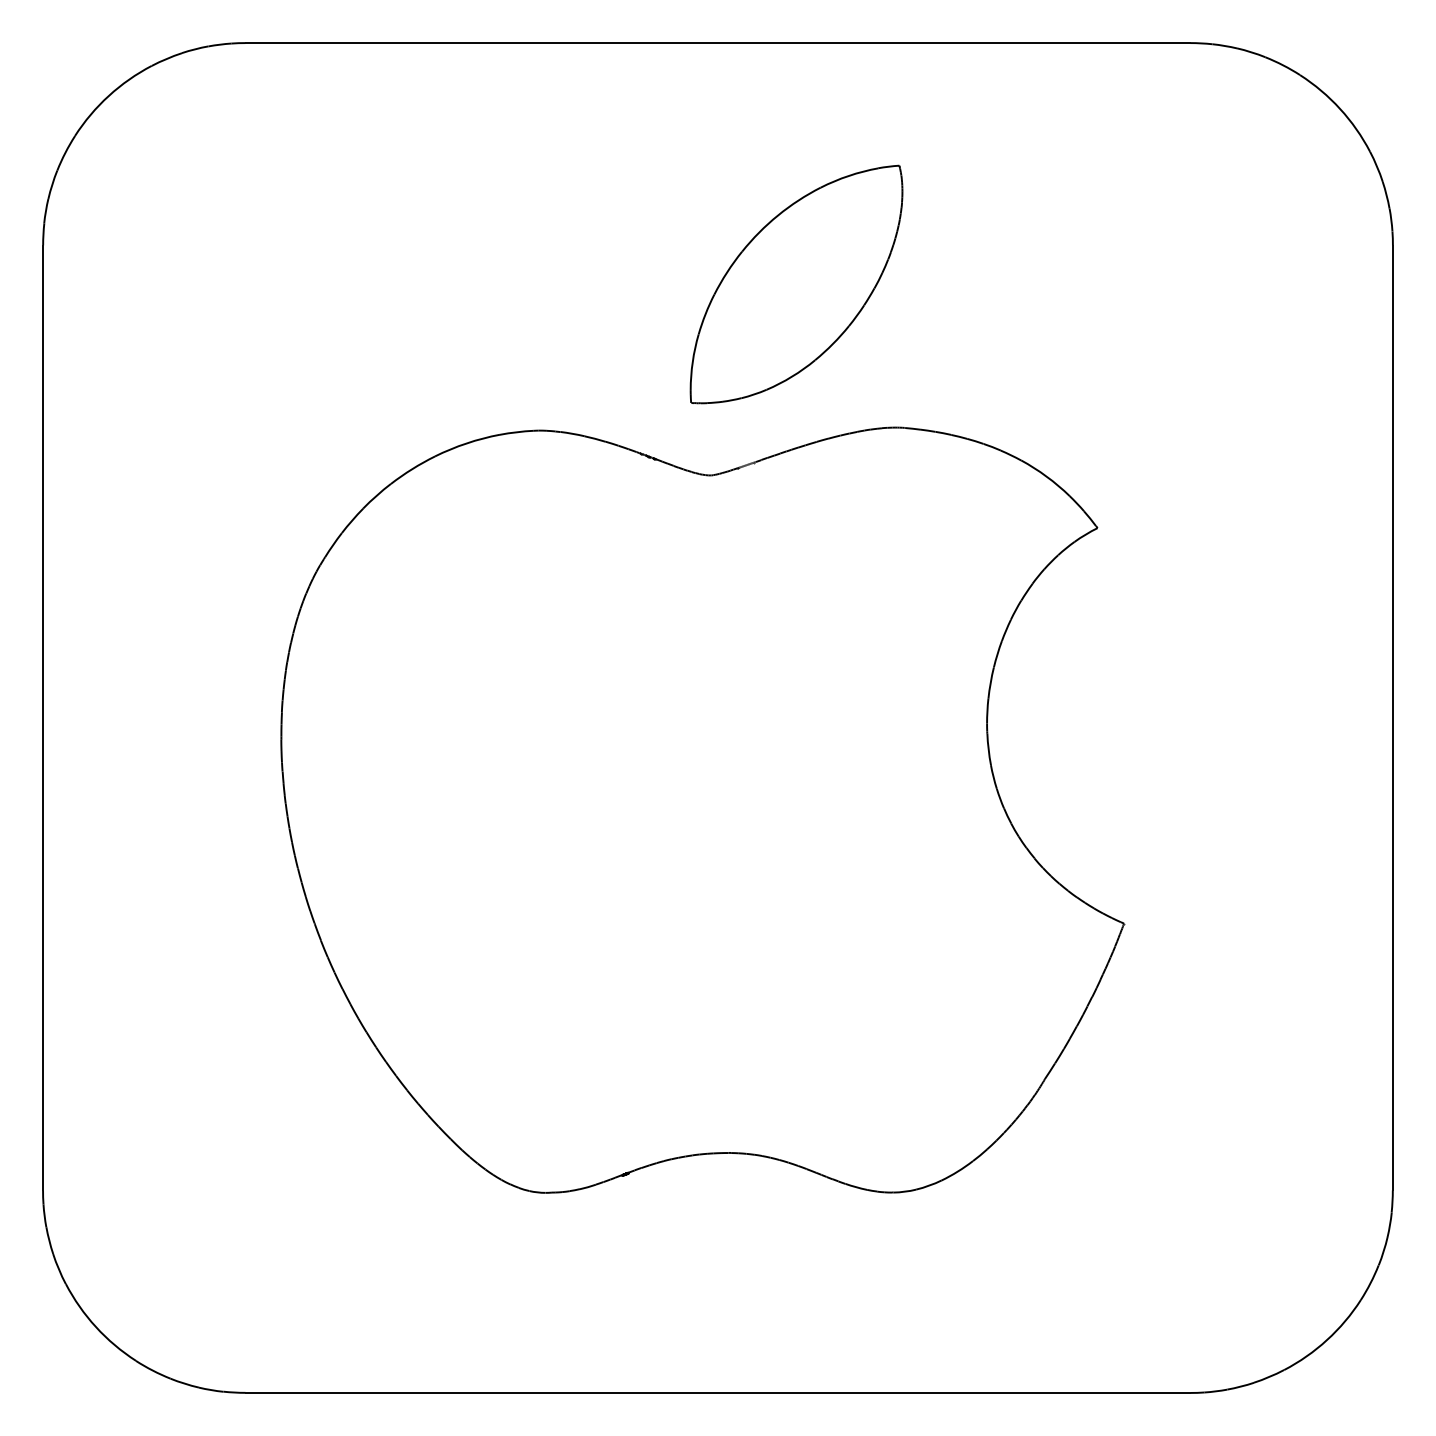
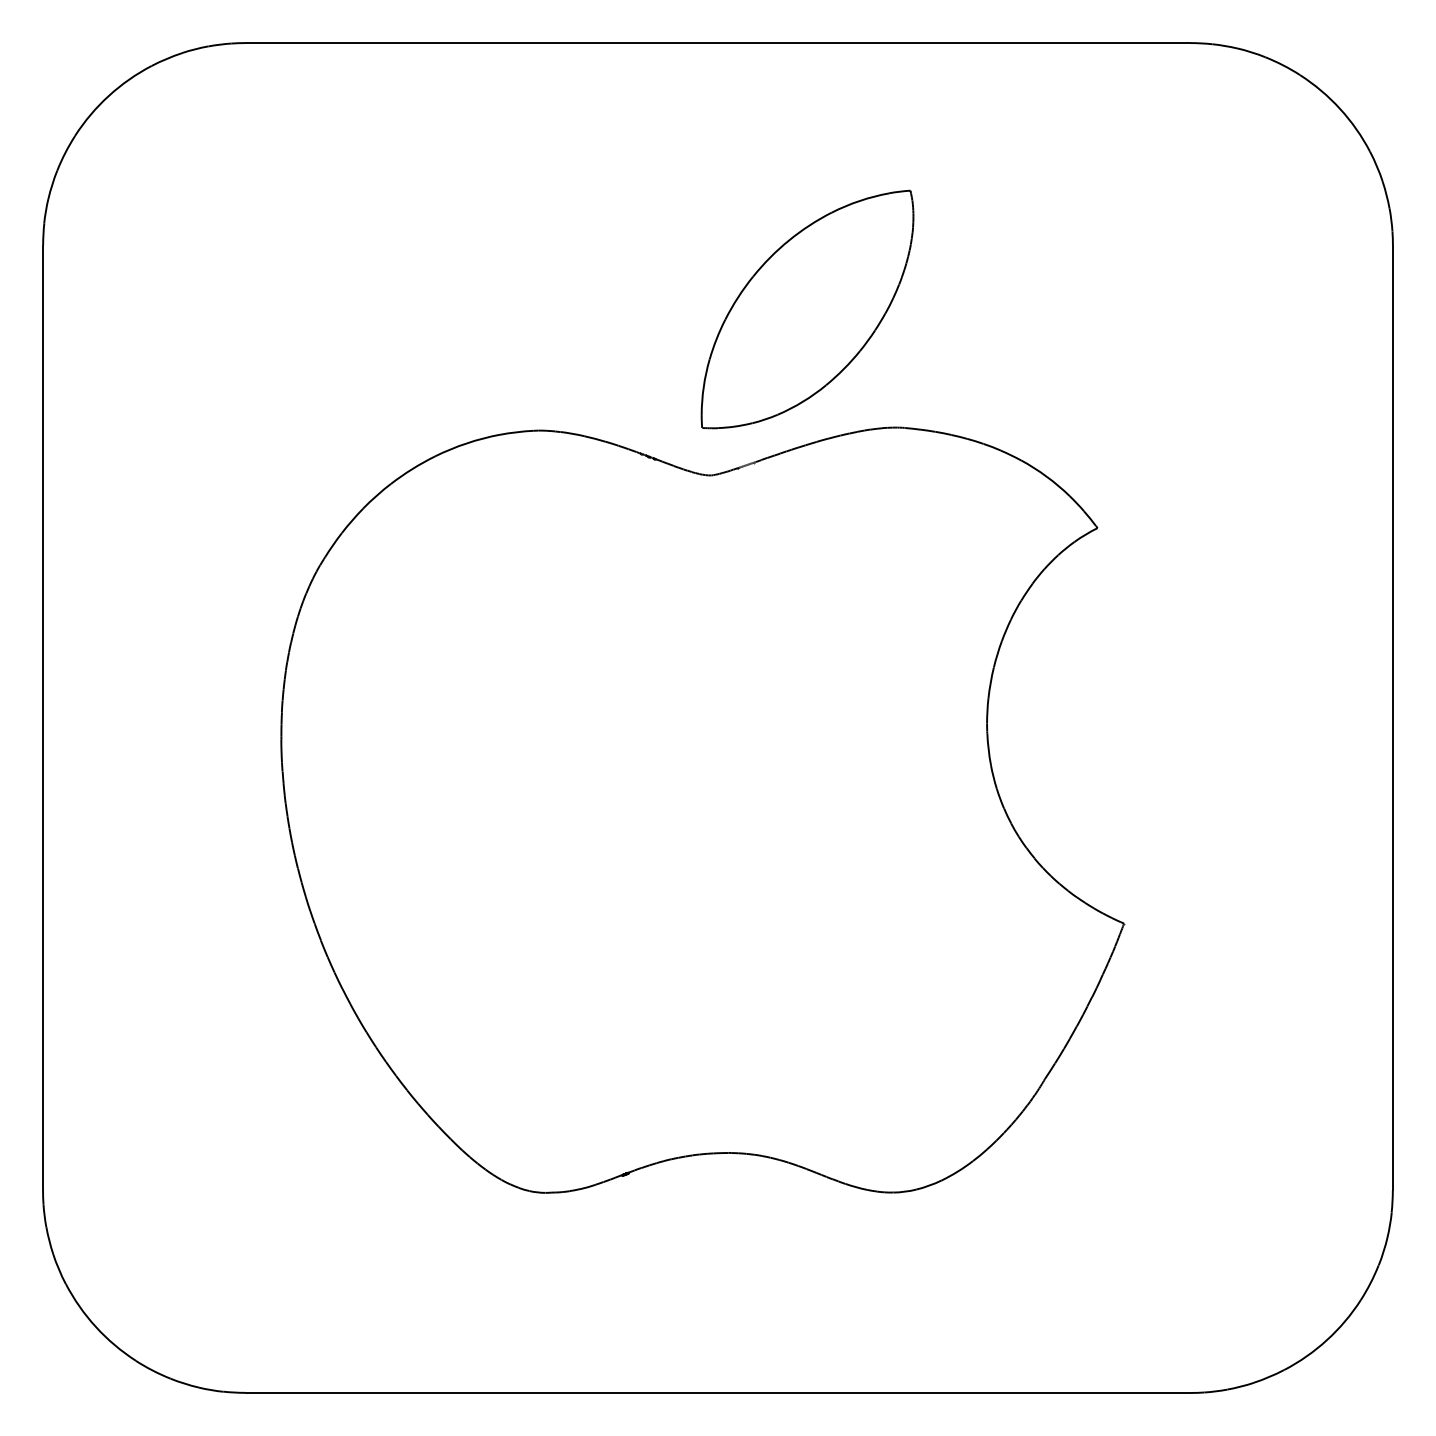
part at (796, 284) position: (796, 284) -> (807, 309)
